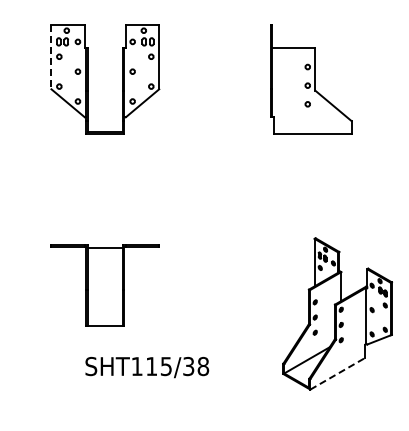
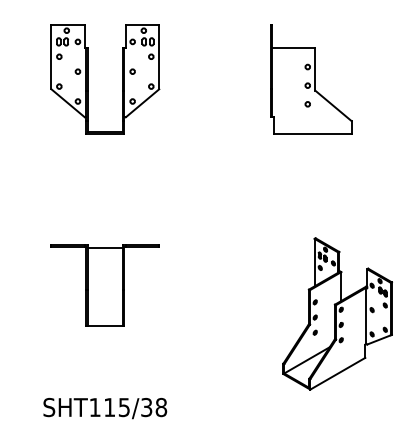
line at (51, 57): dashed -> solid
text at (147, 367) position: (147, 367) -> (105, 408)
line at (337, 373): dashed -> solid
